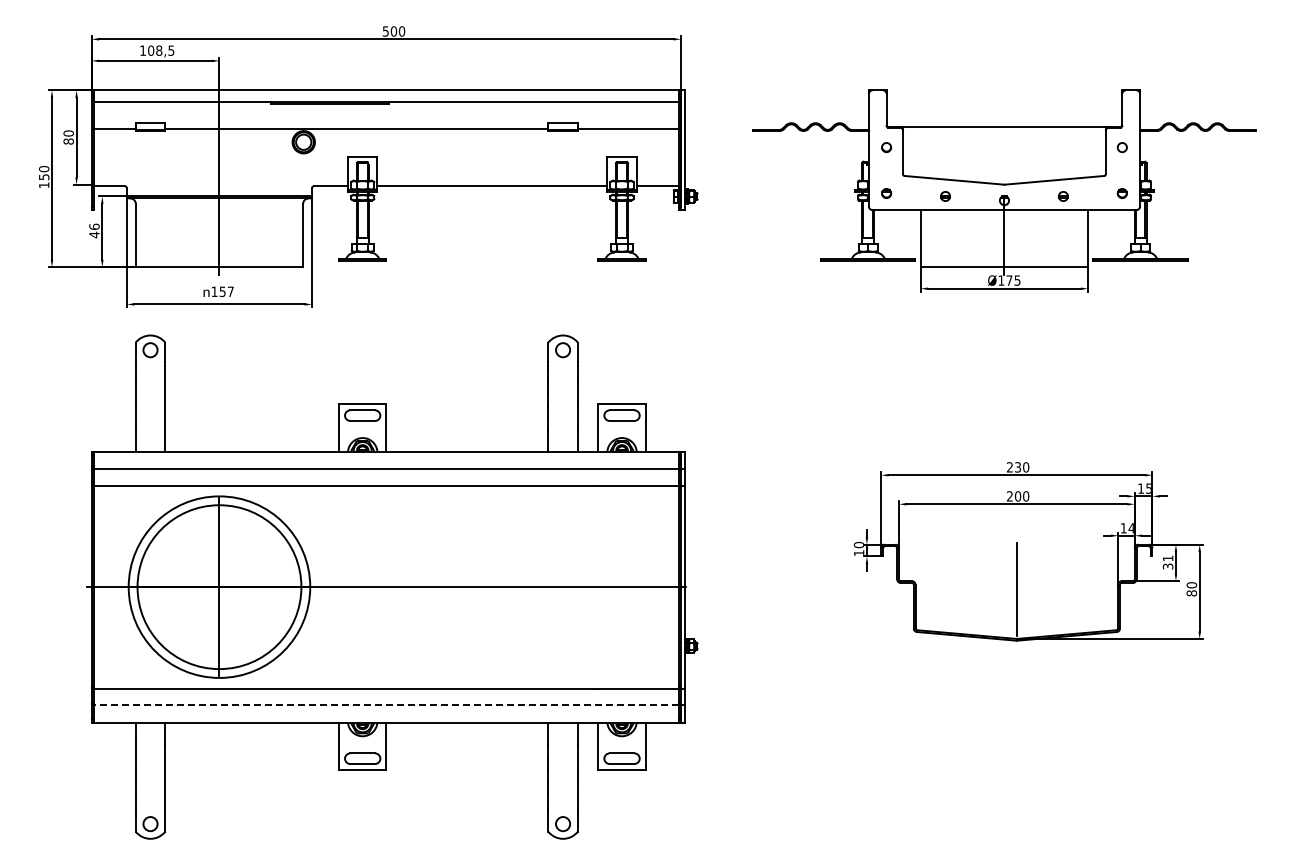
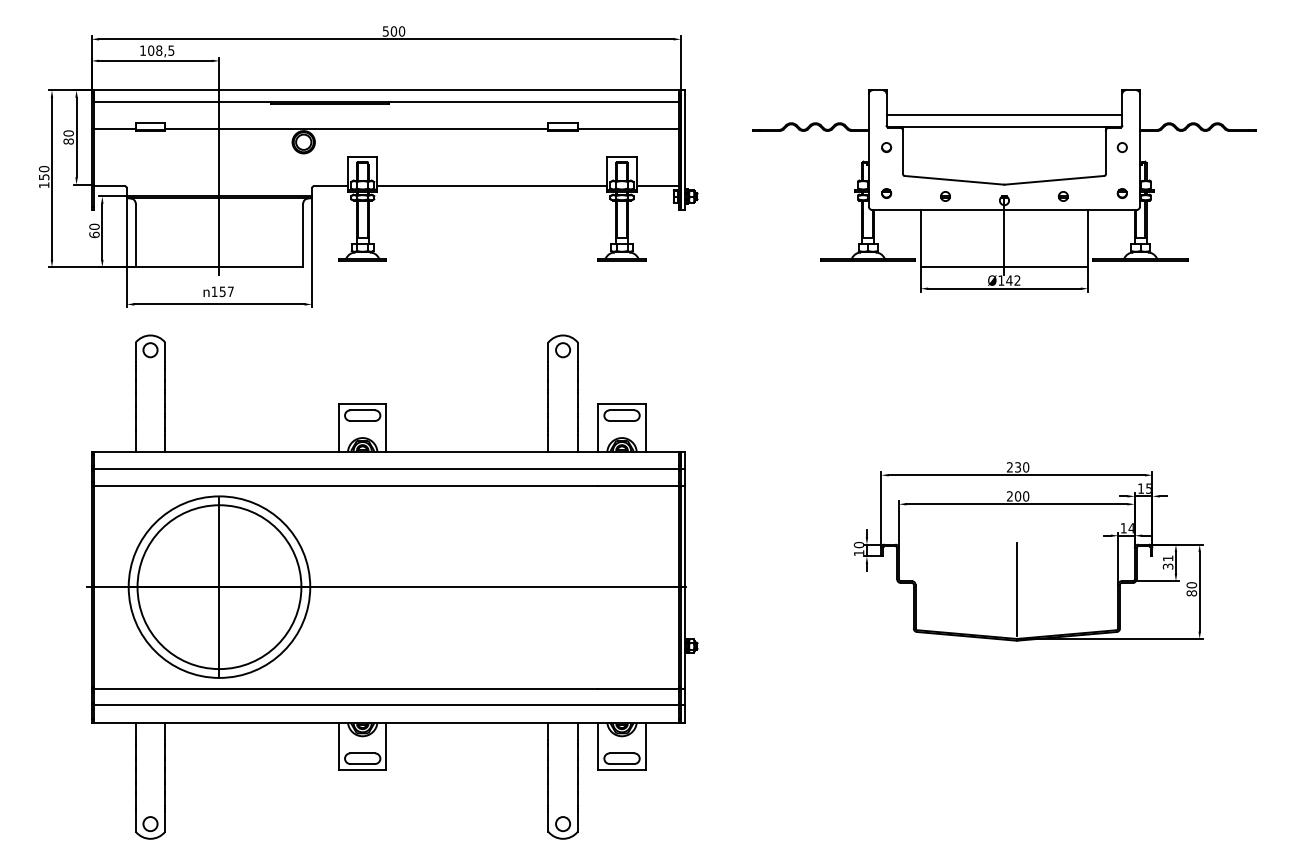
line at (1004, 115): none -> present
text at (94, 230): 46 -> 60
text at (1013, 280): Ø175 -> Ø142
line at (385, 705): dashed -> solid
